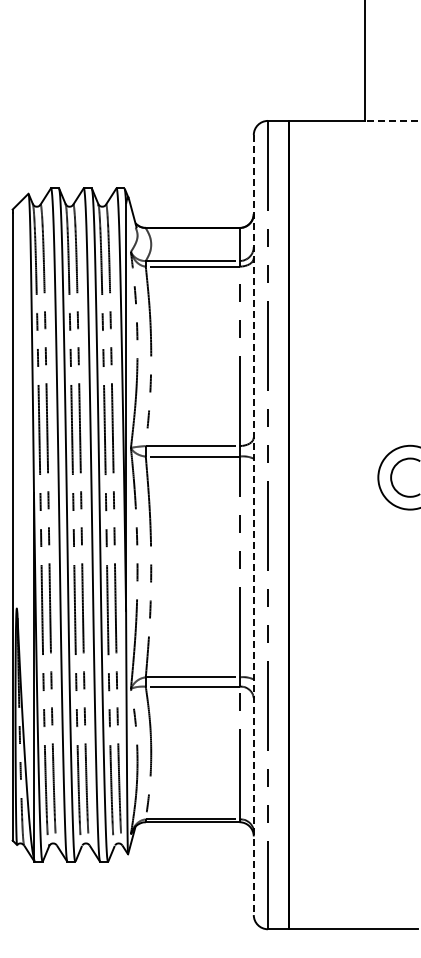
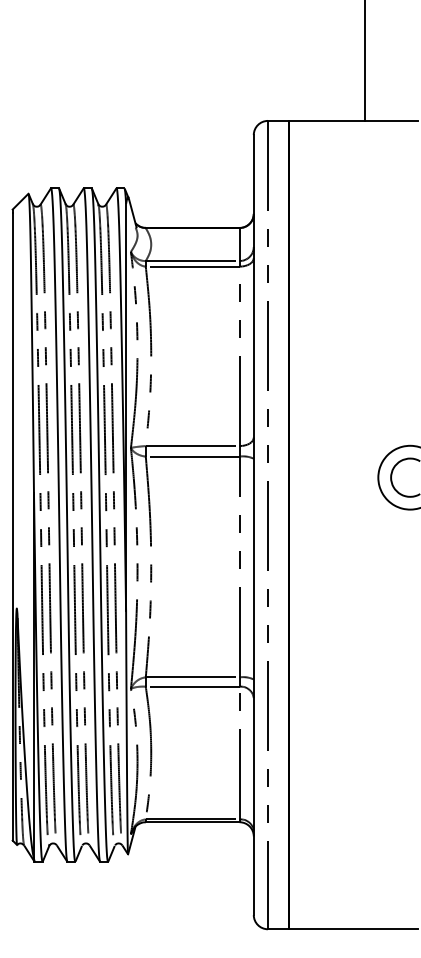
line at (390, 121): dashed -> solid
line at (253, 525): dashed -> solid
